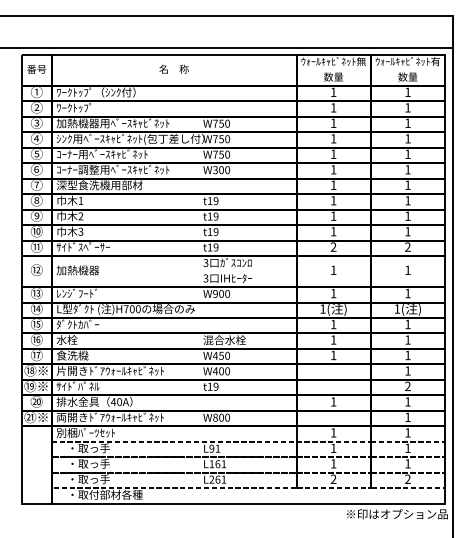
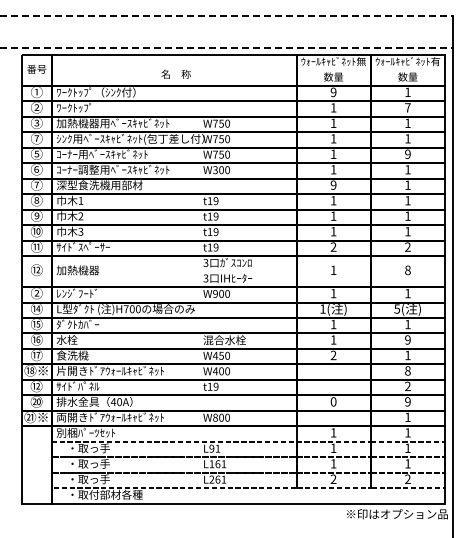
line at (226, 16): solid -> dashed
line at (226, 47): solid -> dashed
text at (173, 68) position: (173, 68) -> (175, 73)
text at (333, 92): 1 -> 9
text at (407, 107): 1 -> 7
text at (36, 138): ④ -> ⑦
text at (407, 154): 1 -> 9
text at (333, 184): 1 -> 9
text at (407, 270): 1 -> 8
text at (36, 293): ⑬ -> ②
text at (397, 308): 1( -> 5(
text at (407, 339): 1 -> 9
text at (333, 354): 1 -> 2
text at (407, 370): 1 -> 8
text at (35, 386): ⑲※ -> ⑫
text at (333, 401): 1 -> 0
text at (407, 401): 1 -> 9
